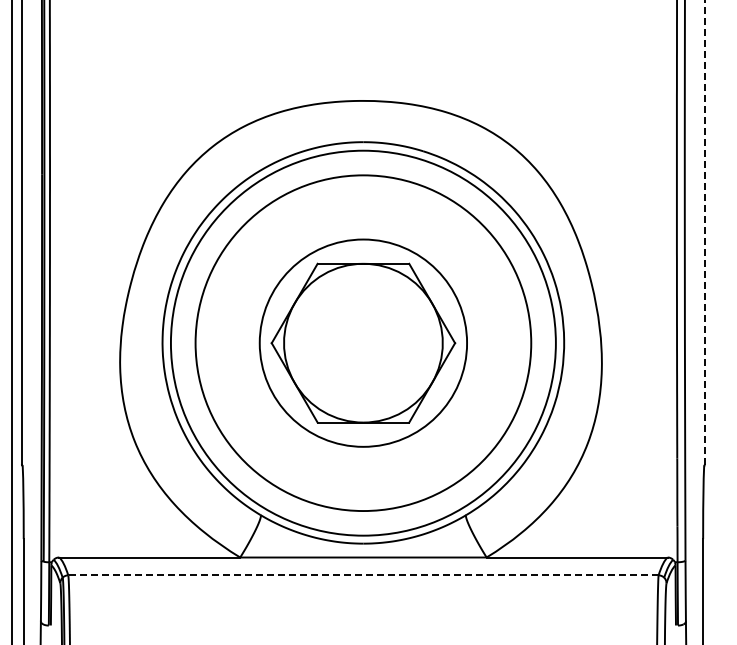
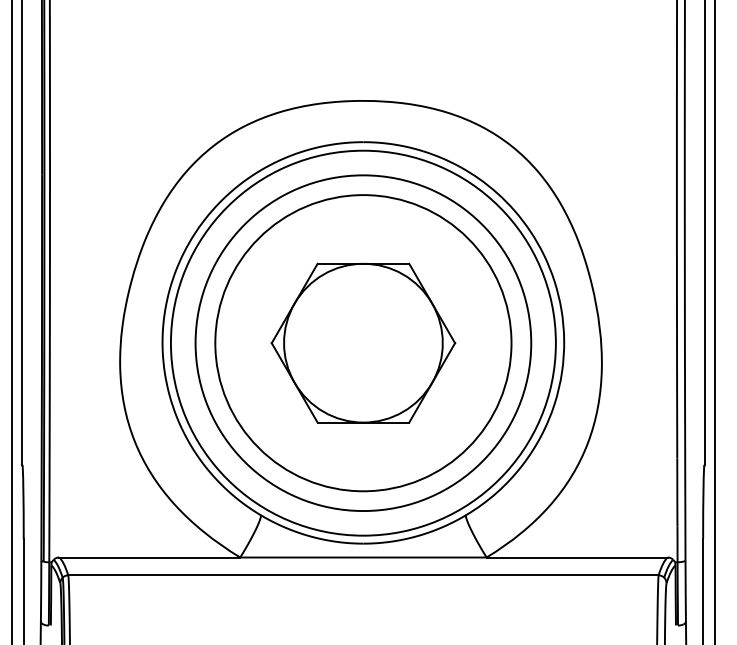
line at (704, 233): dashed -> solid
line at (714, 321): none -> present
circle at (363, 342) diameter: 207 px -> 296 px
line at (362, 575): dashed -> solid
